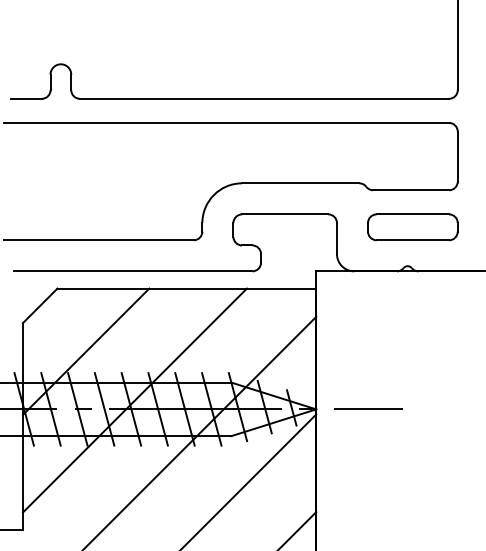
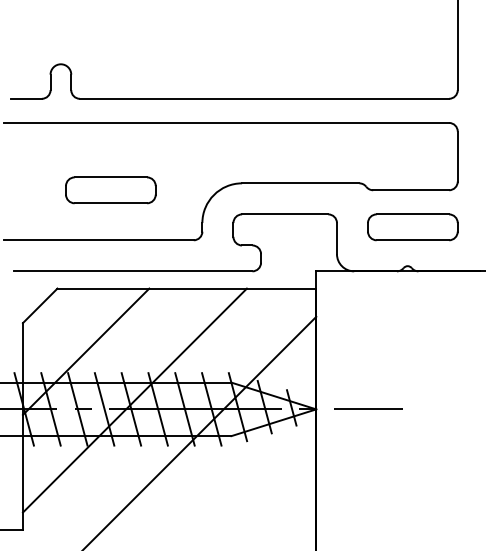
part at (110, 190): none -> present
line at (249, 480): present -> none
line at (298, 529): present -> none
